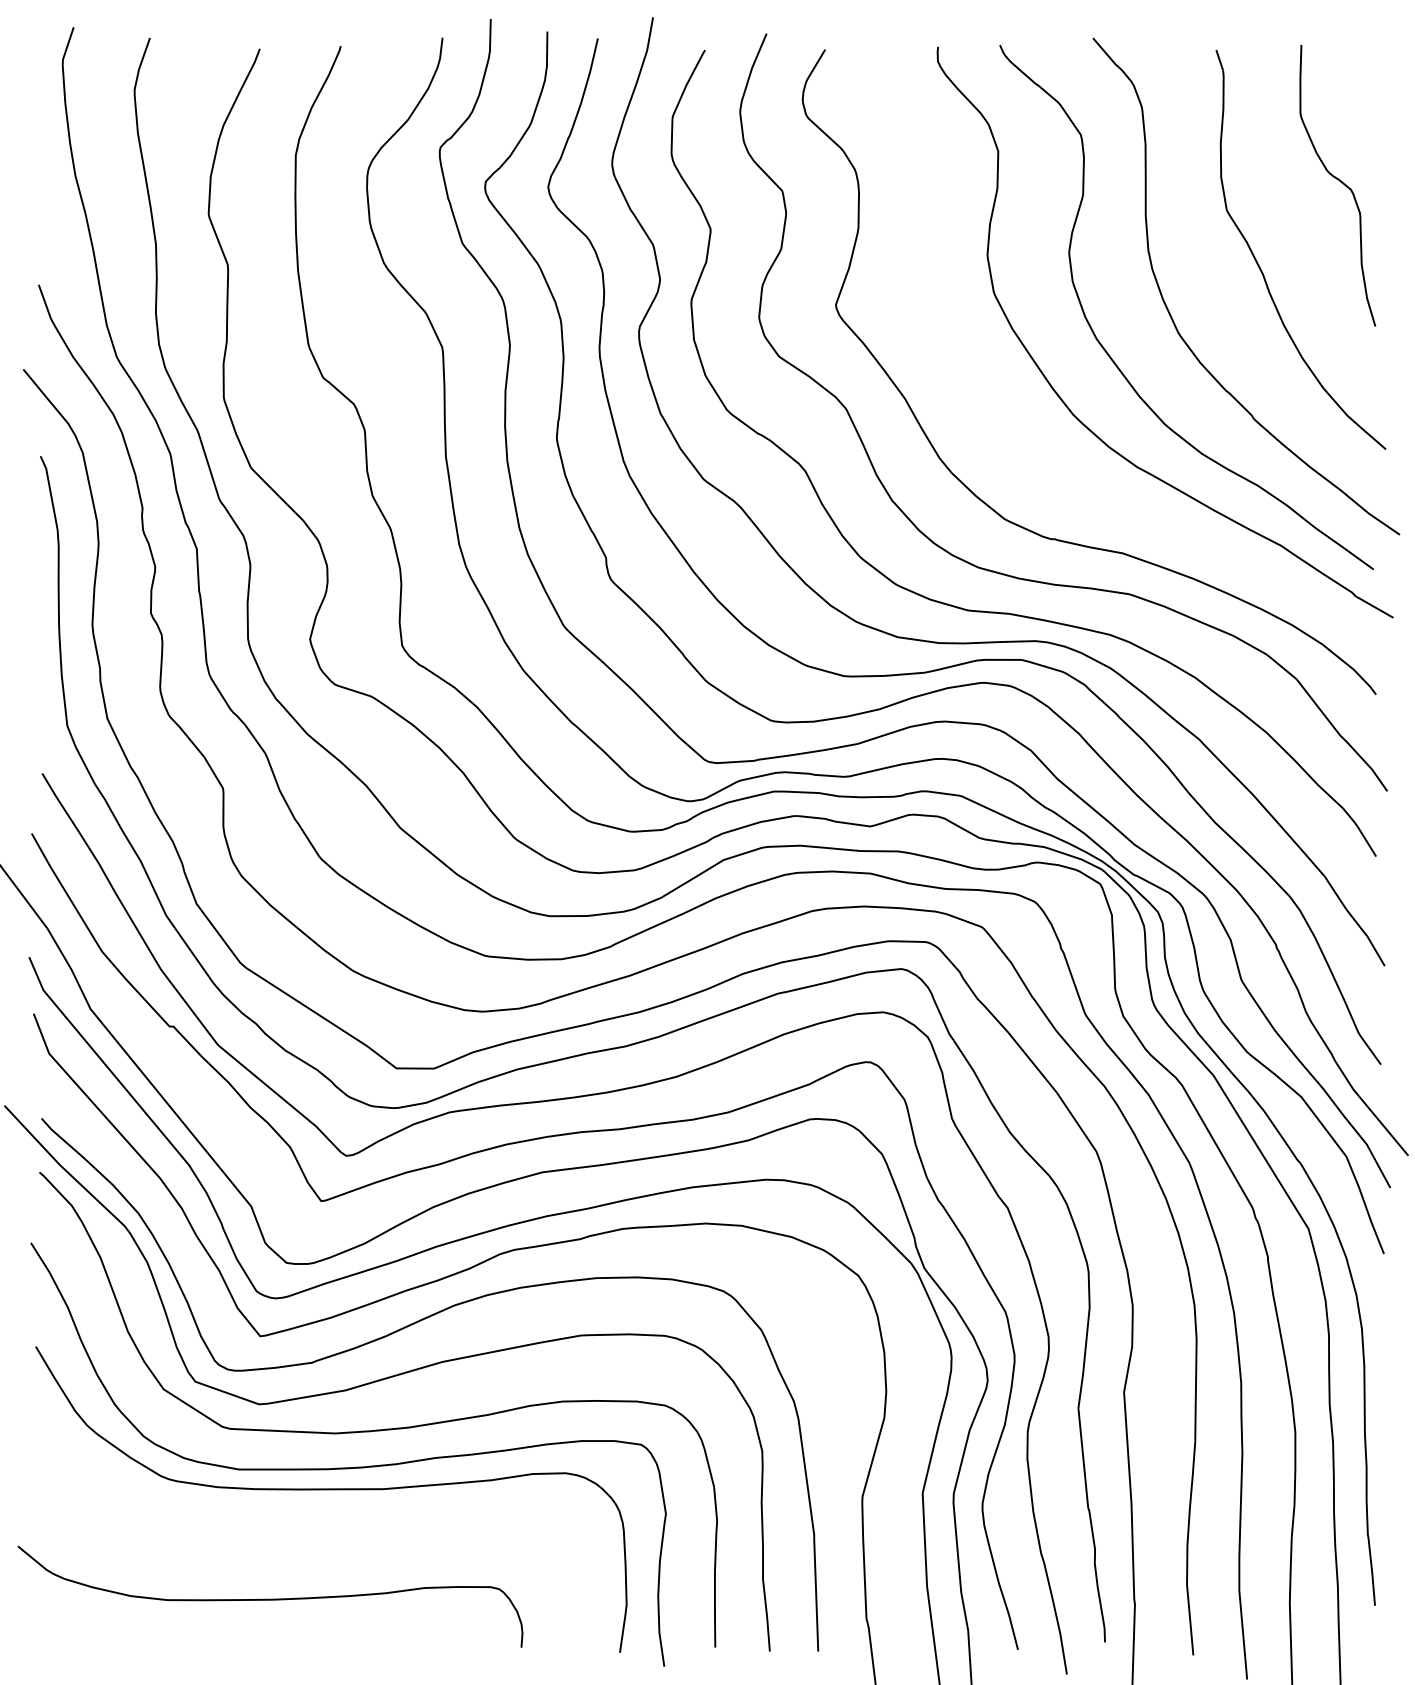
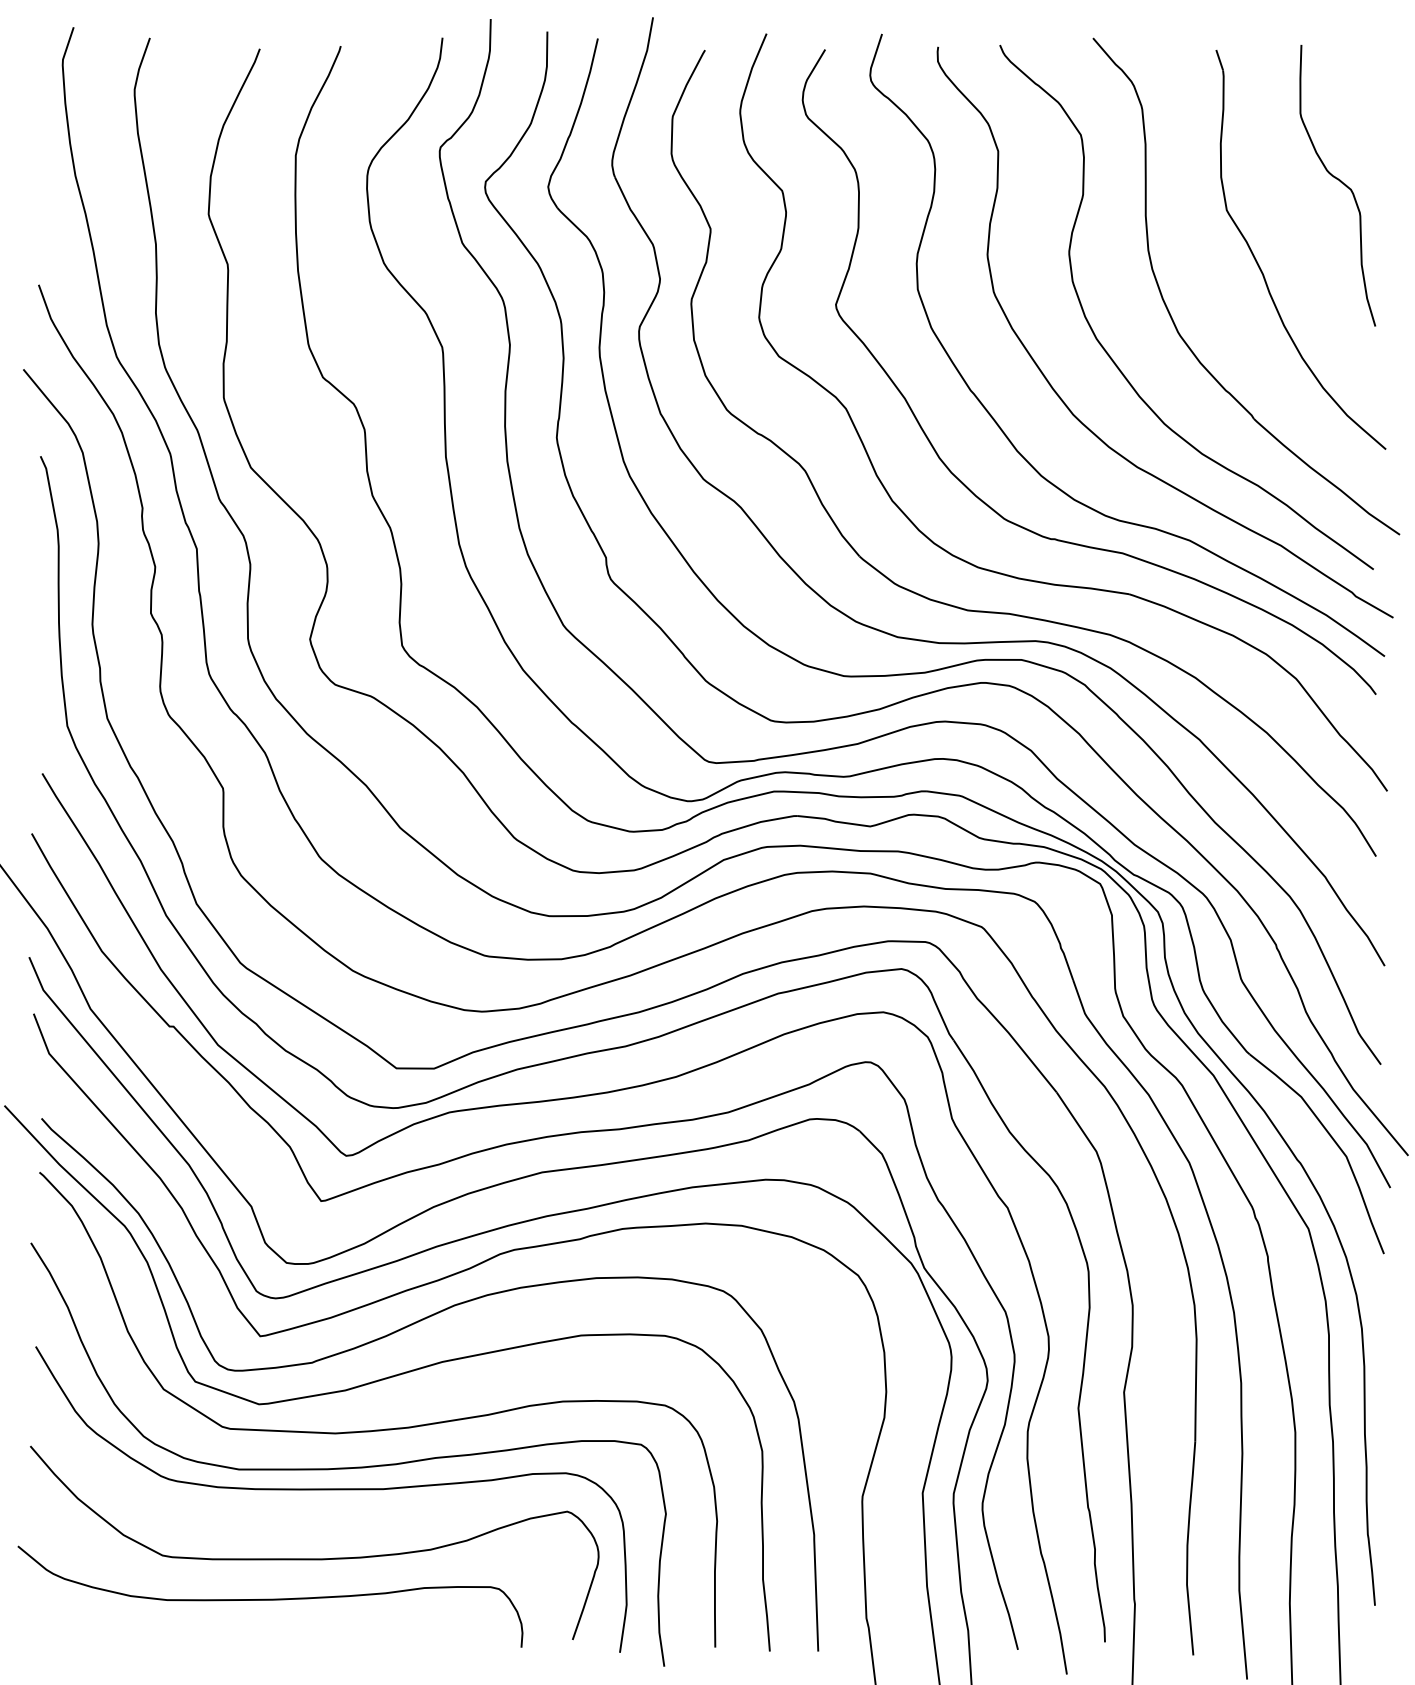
curve at (1006, 434): none -> present
curve at (314, 1558): none -> present
